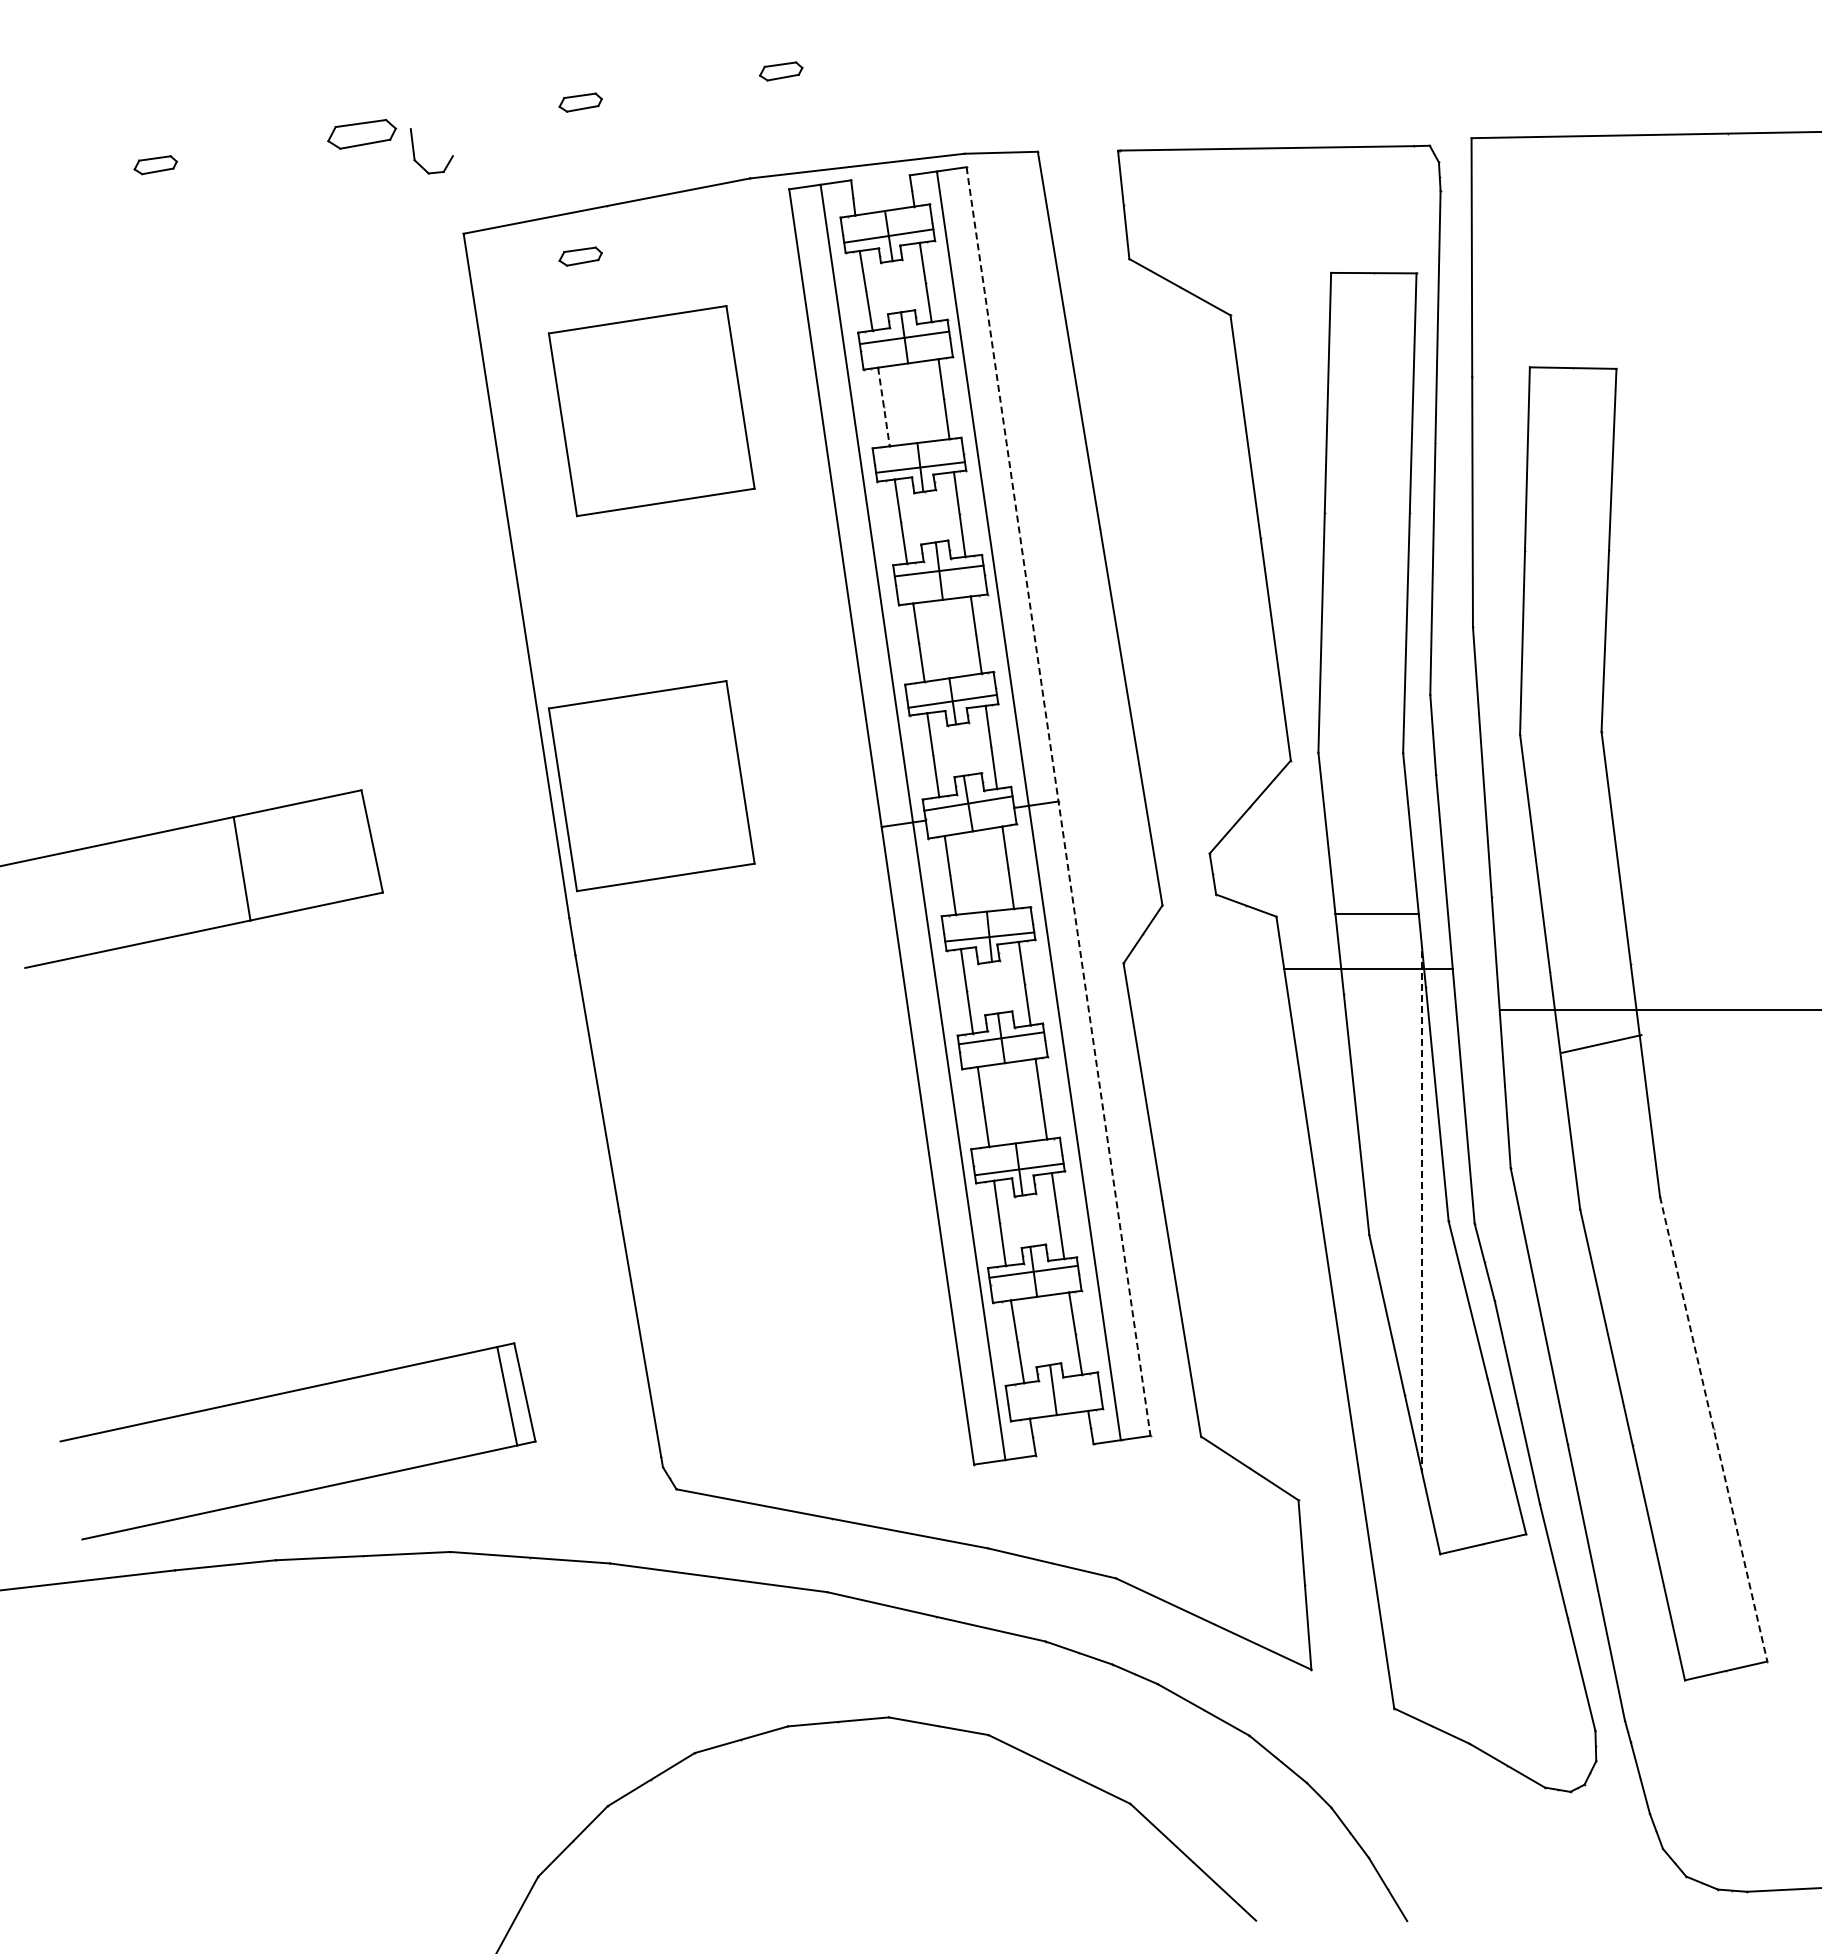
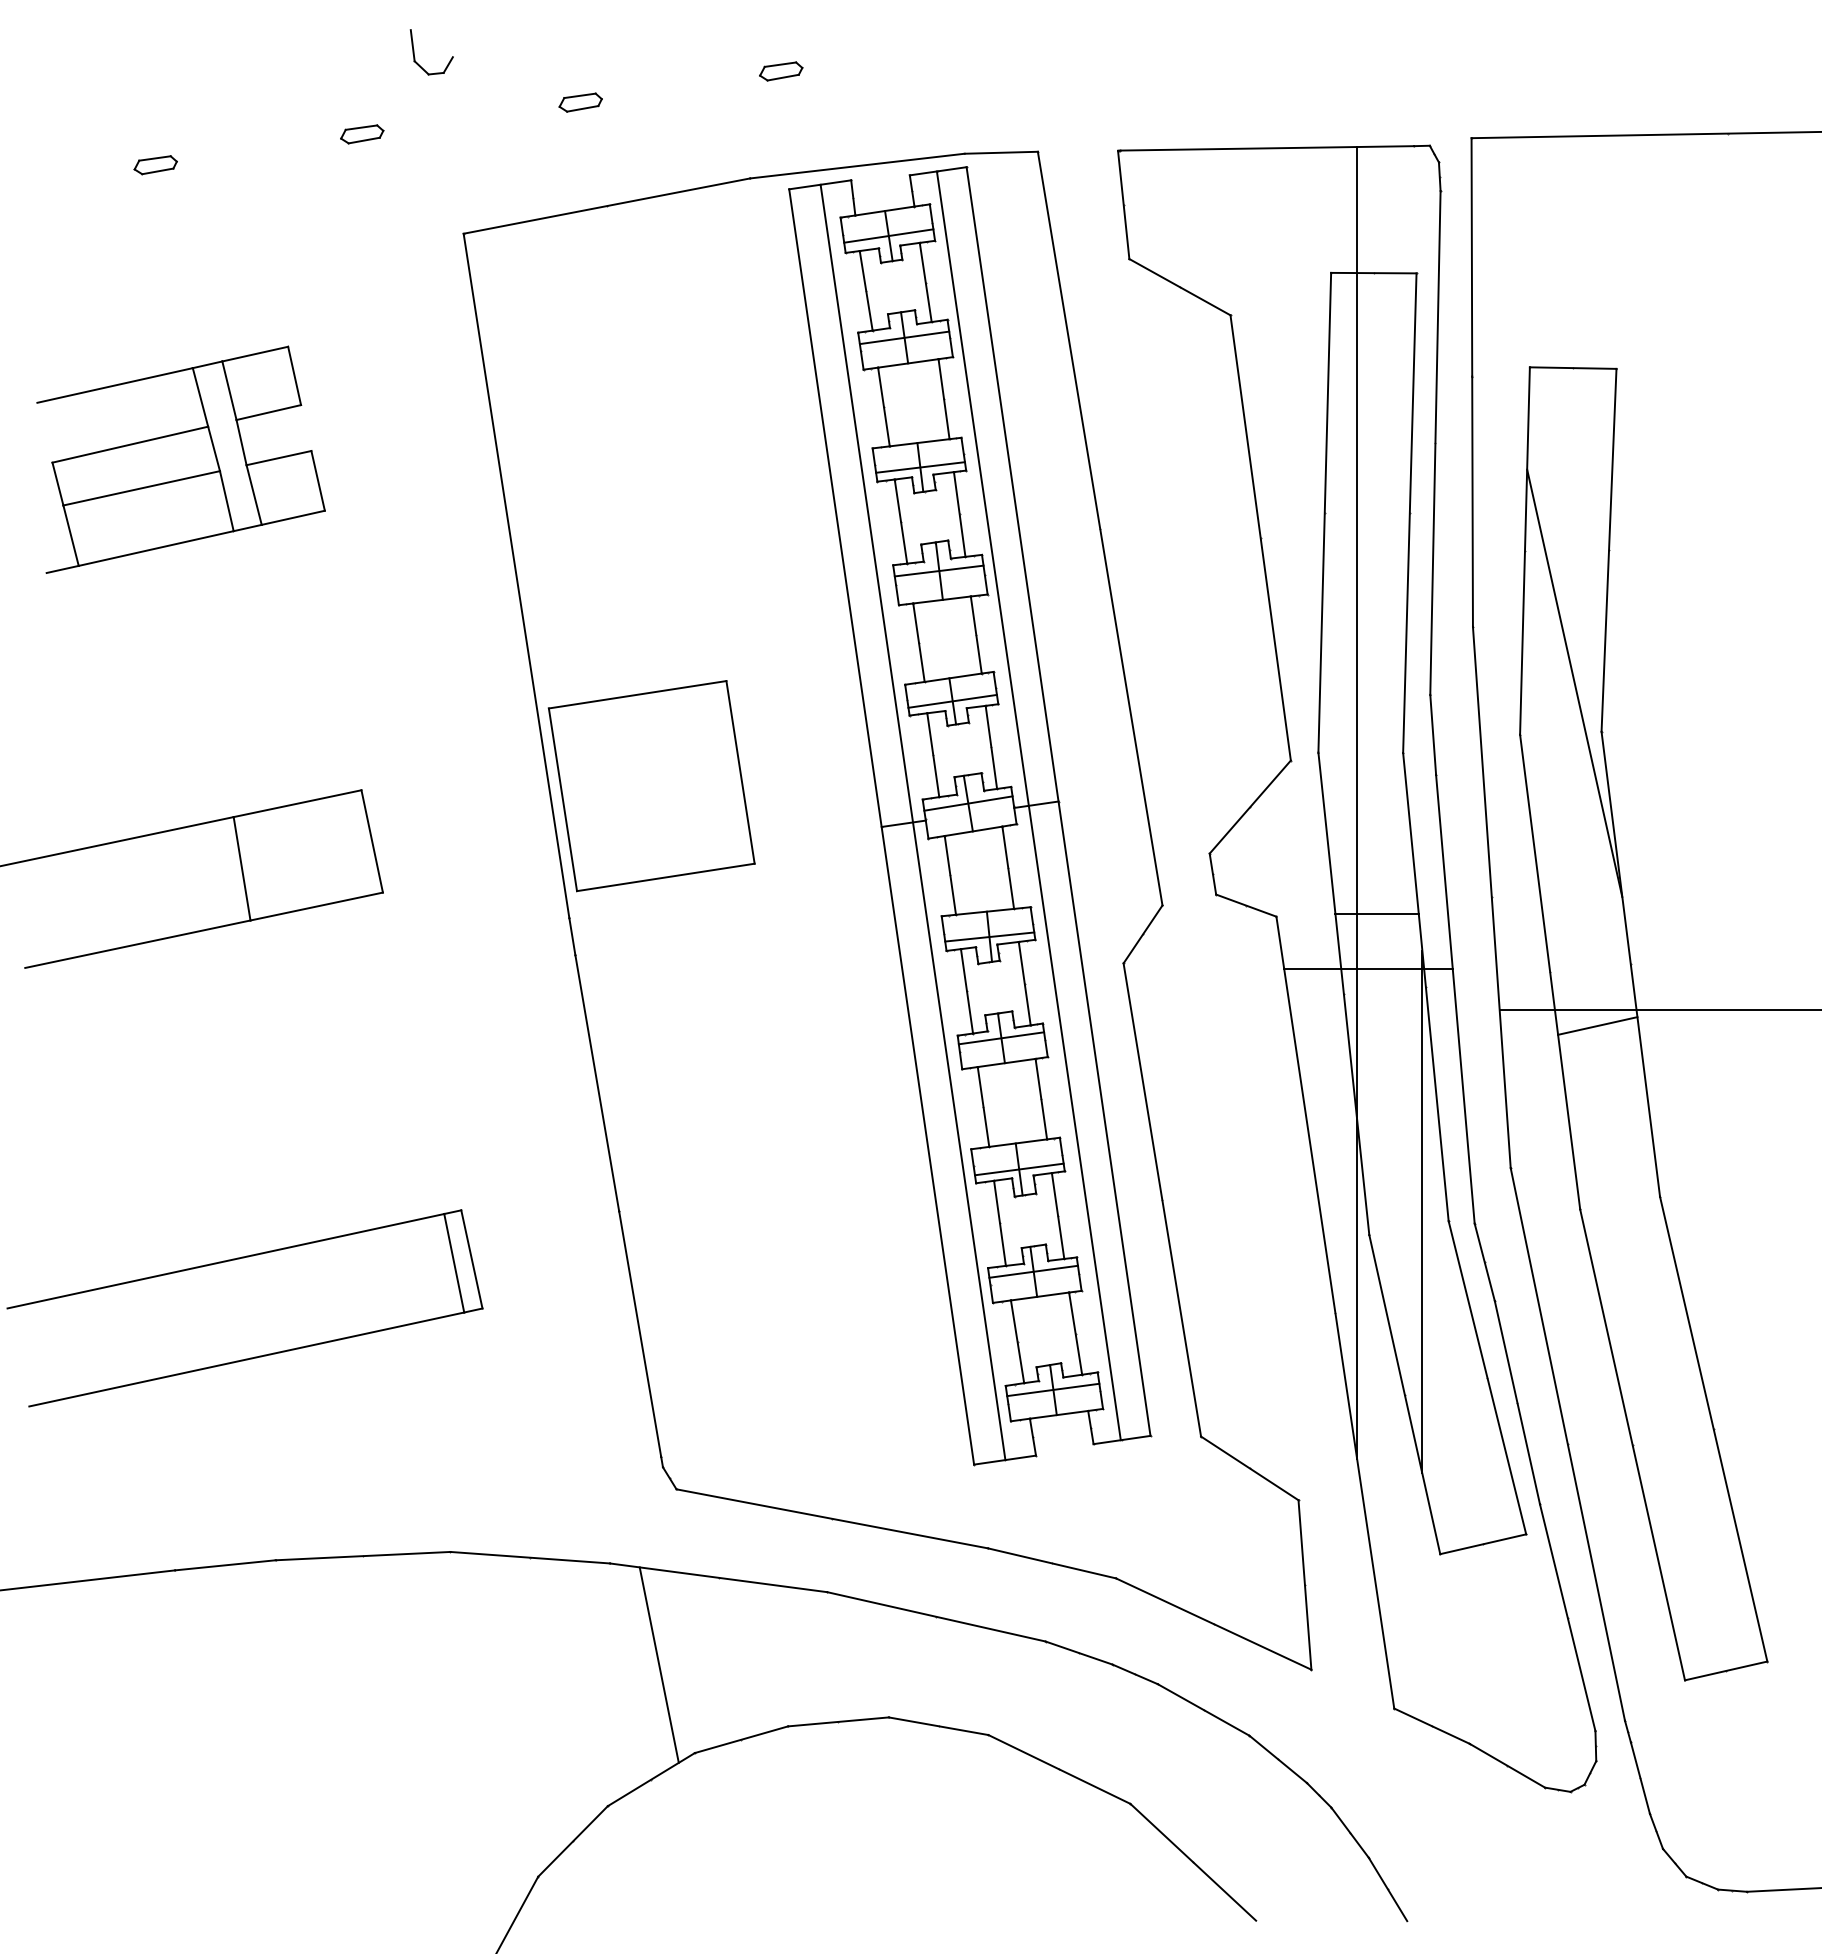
part at (361, 134) size: 70x31 px -> 45x21 px
part at (415, 156) position: (415, 156) -> (415, 57)
part at (580, 256): present -> none
line at (883, 407): dashed -> solid
part at (651, 411): present -> none
part at (180, 459): none -> present
line at (1574, 682): none -> present
line at (1058, 801): dashed -> solid
line at (1357, 802): none -> present
line at (1601, 1043) position: (1601, 1043) -> (1597, 1025)
line at (1422, 1212): dashed -> solid
line at (1053, 1389): none -> present
part at (288, 1393) position: (288, 1393) -> (235, 1260)
line at (1713, 1429): dashed -> solid
line at (658, 1664): none -> present
